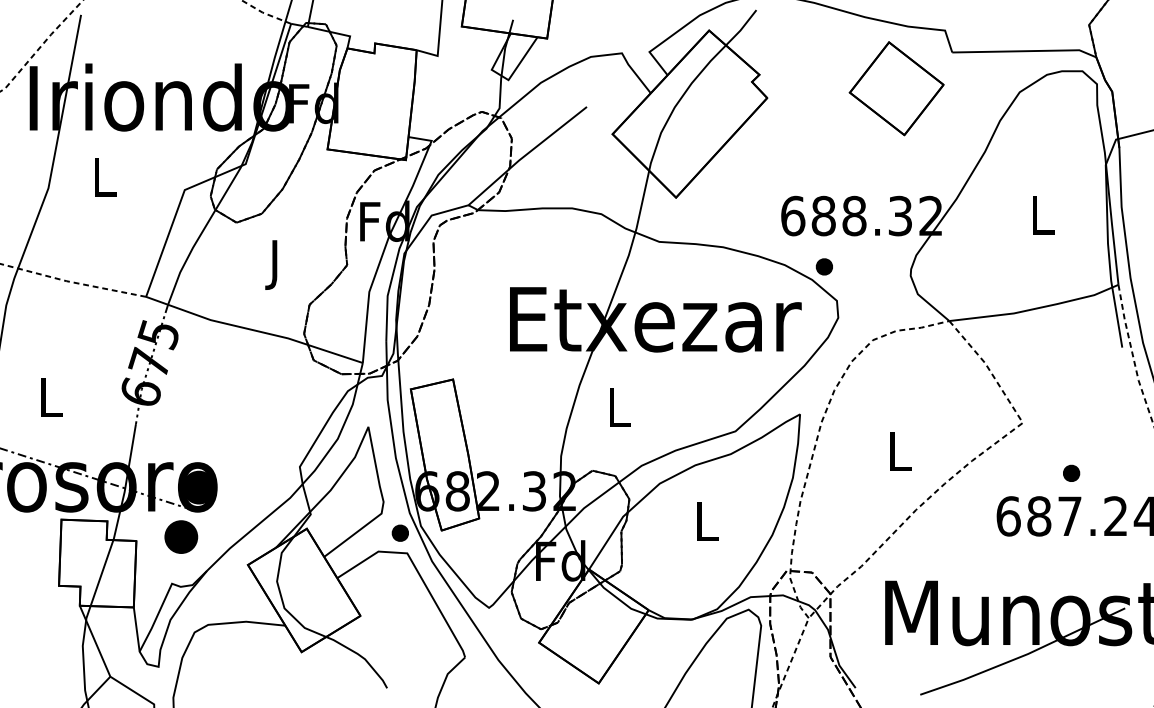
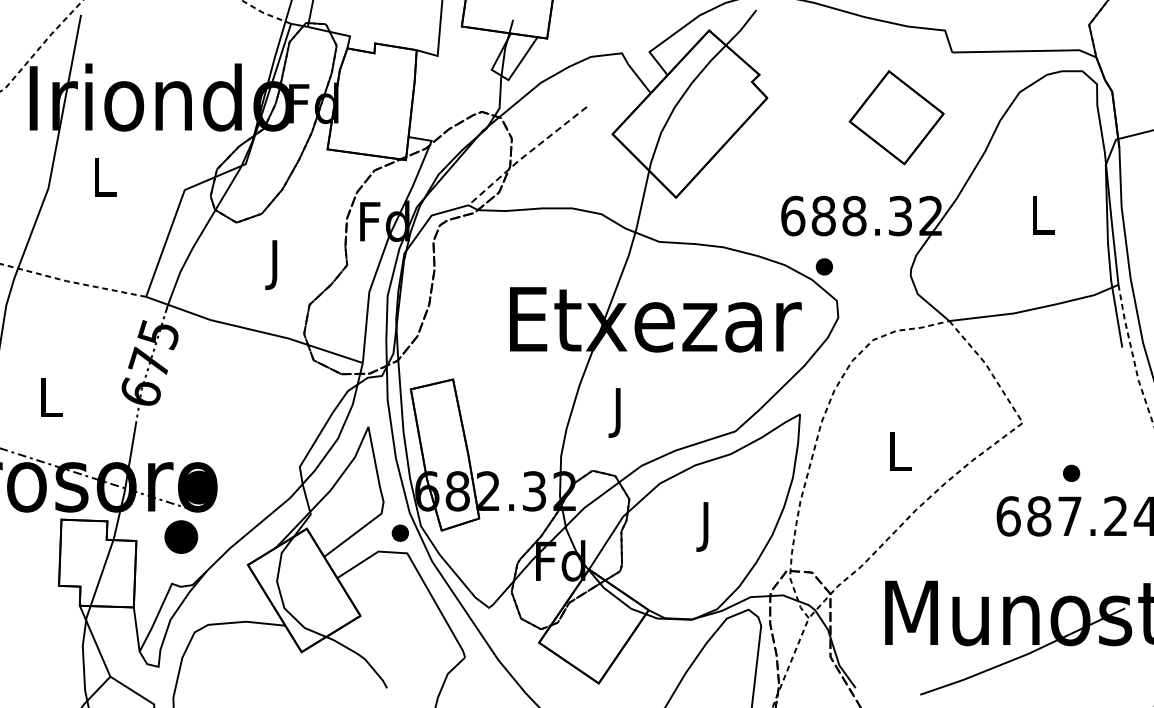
part at (896, 88) position: (896, 88) -> (896, 117)
line at (526, 155): solid -> dashed
text at (619, 412): L -> J
text at (707, 526): L -> J
